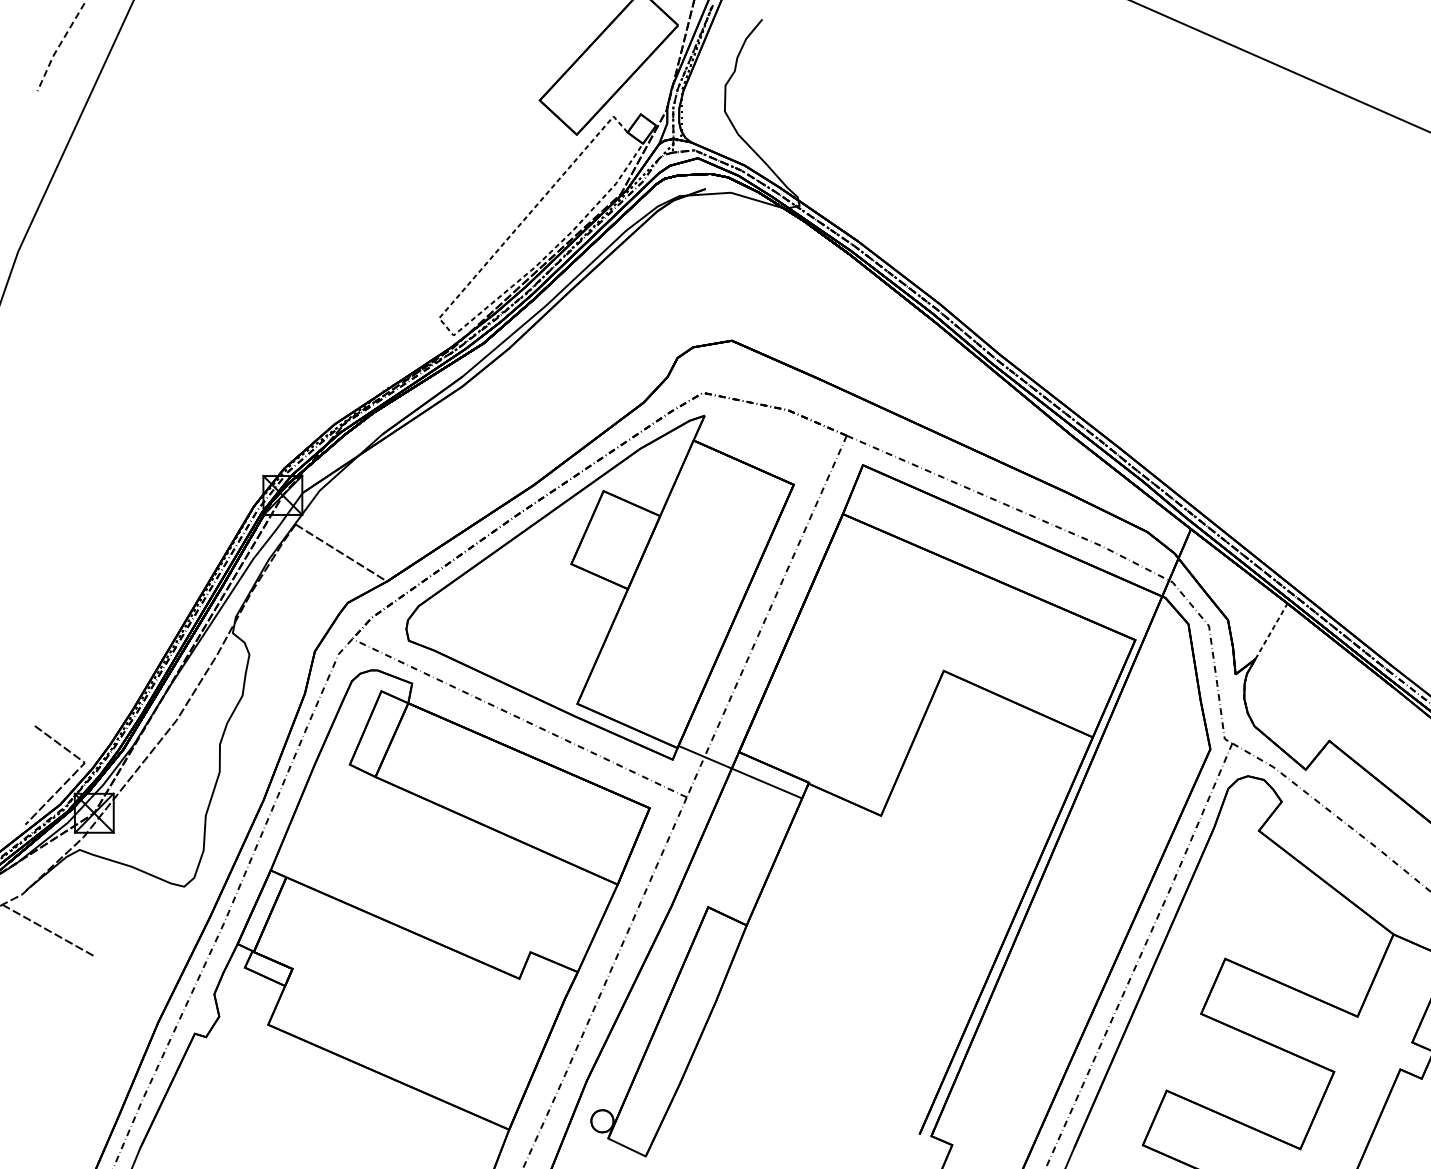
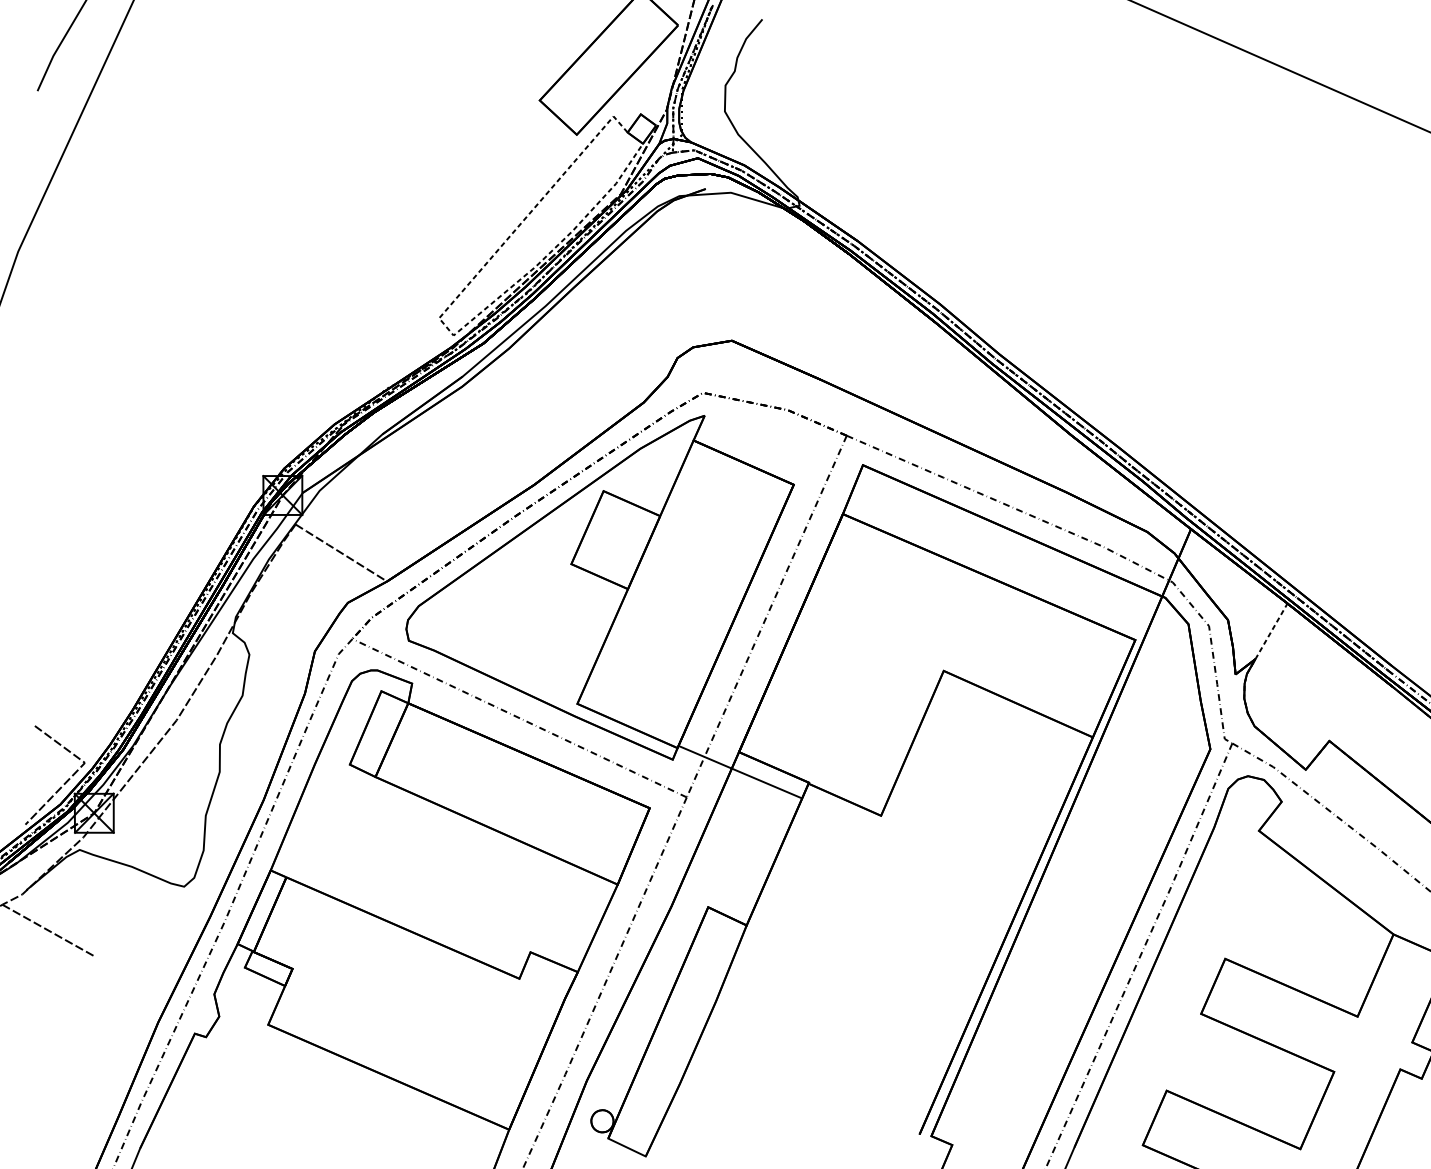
line at (59, 45): dashed -> solid
